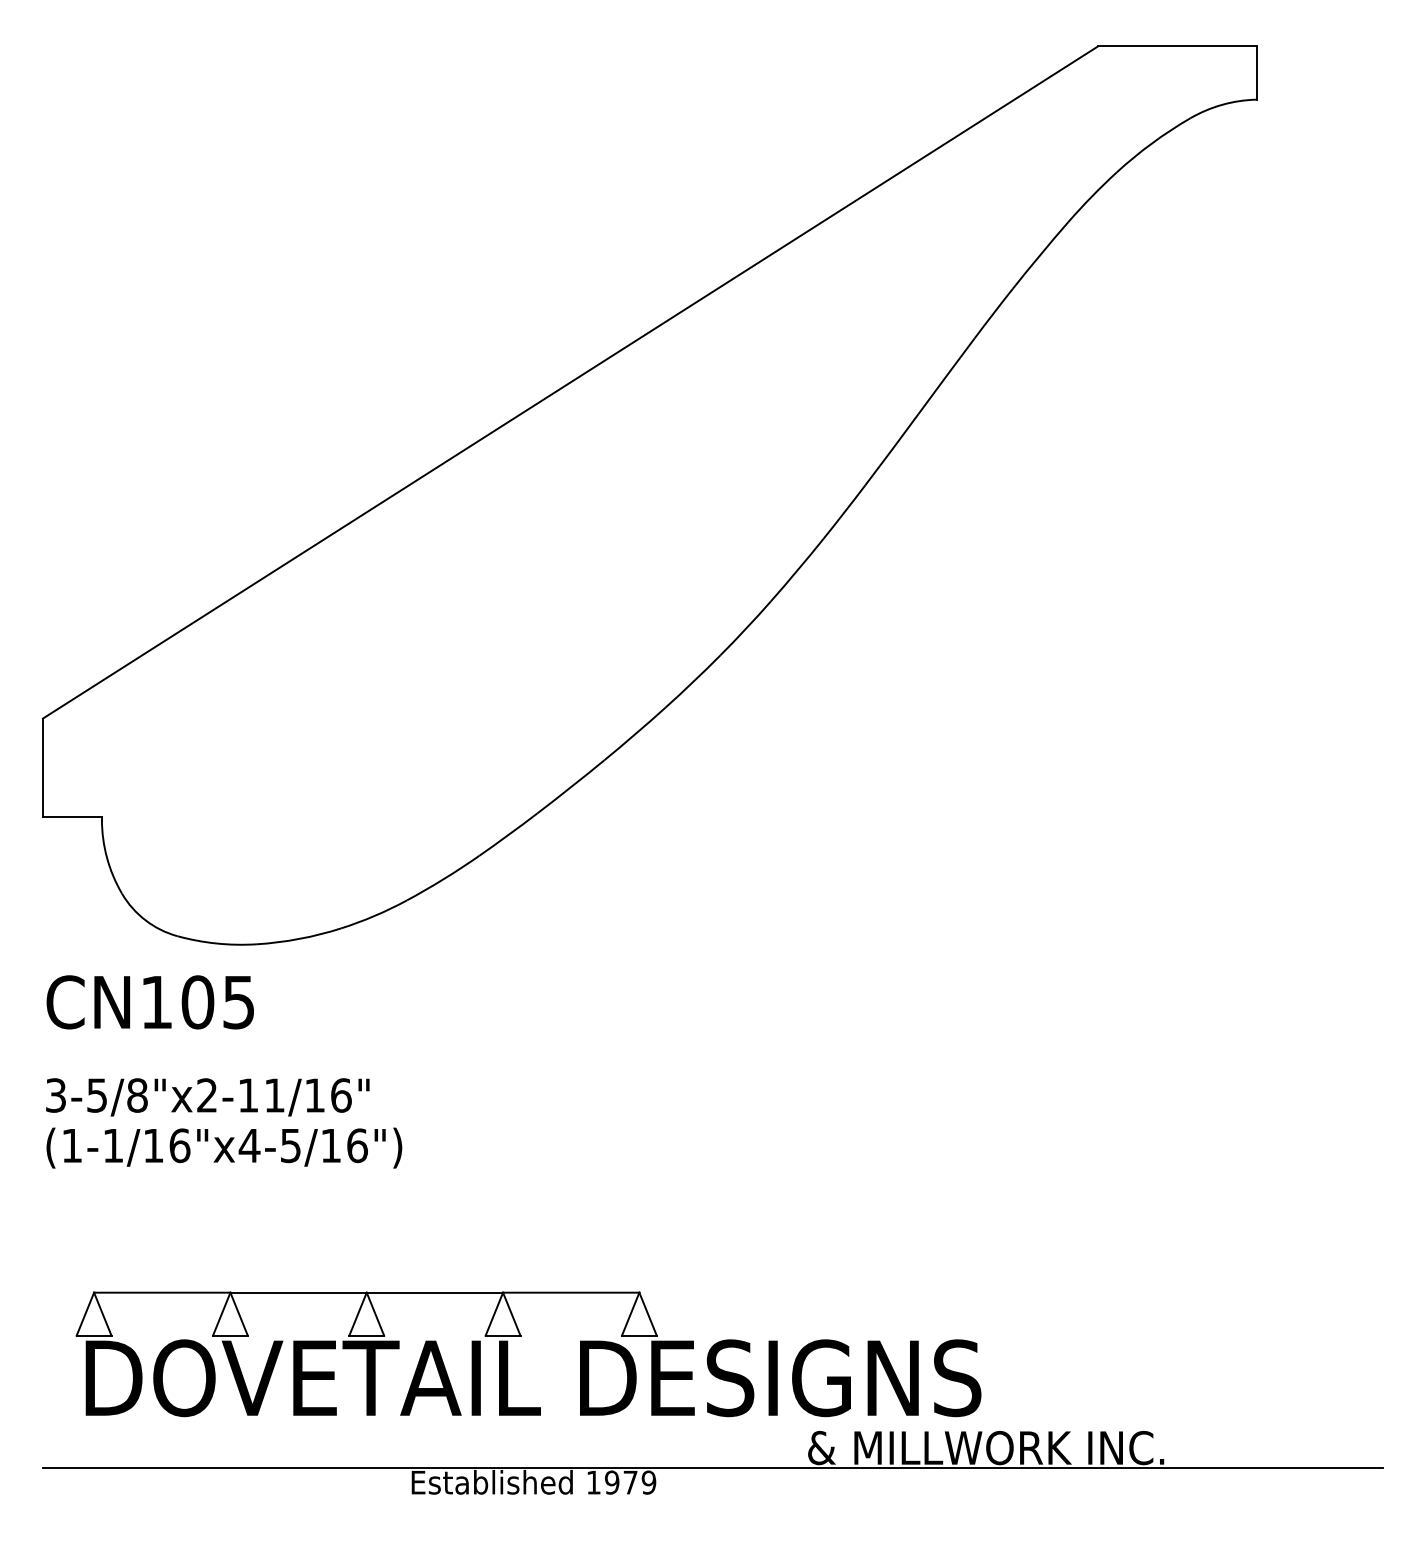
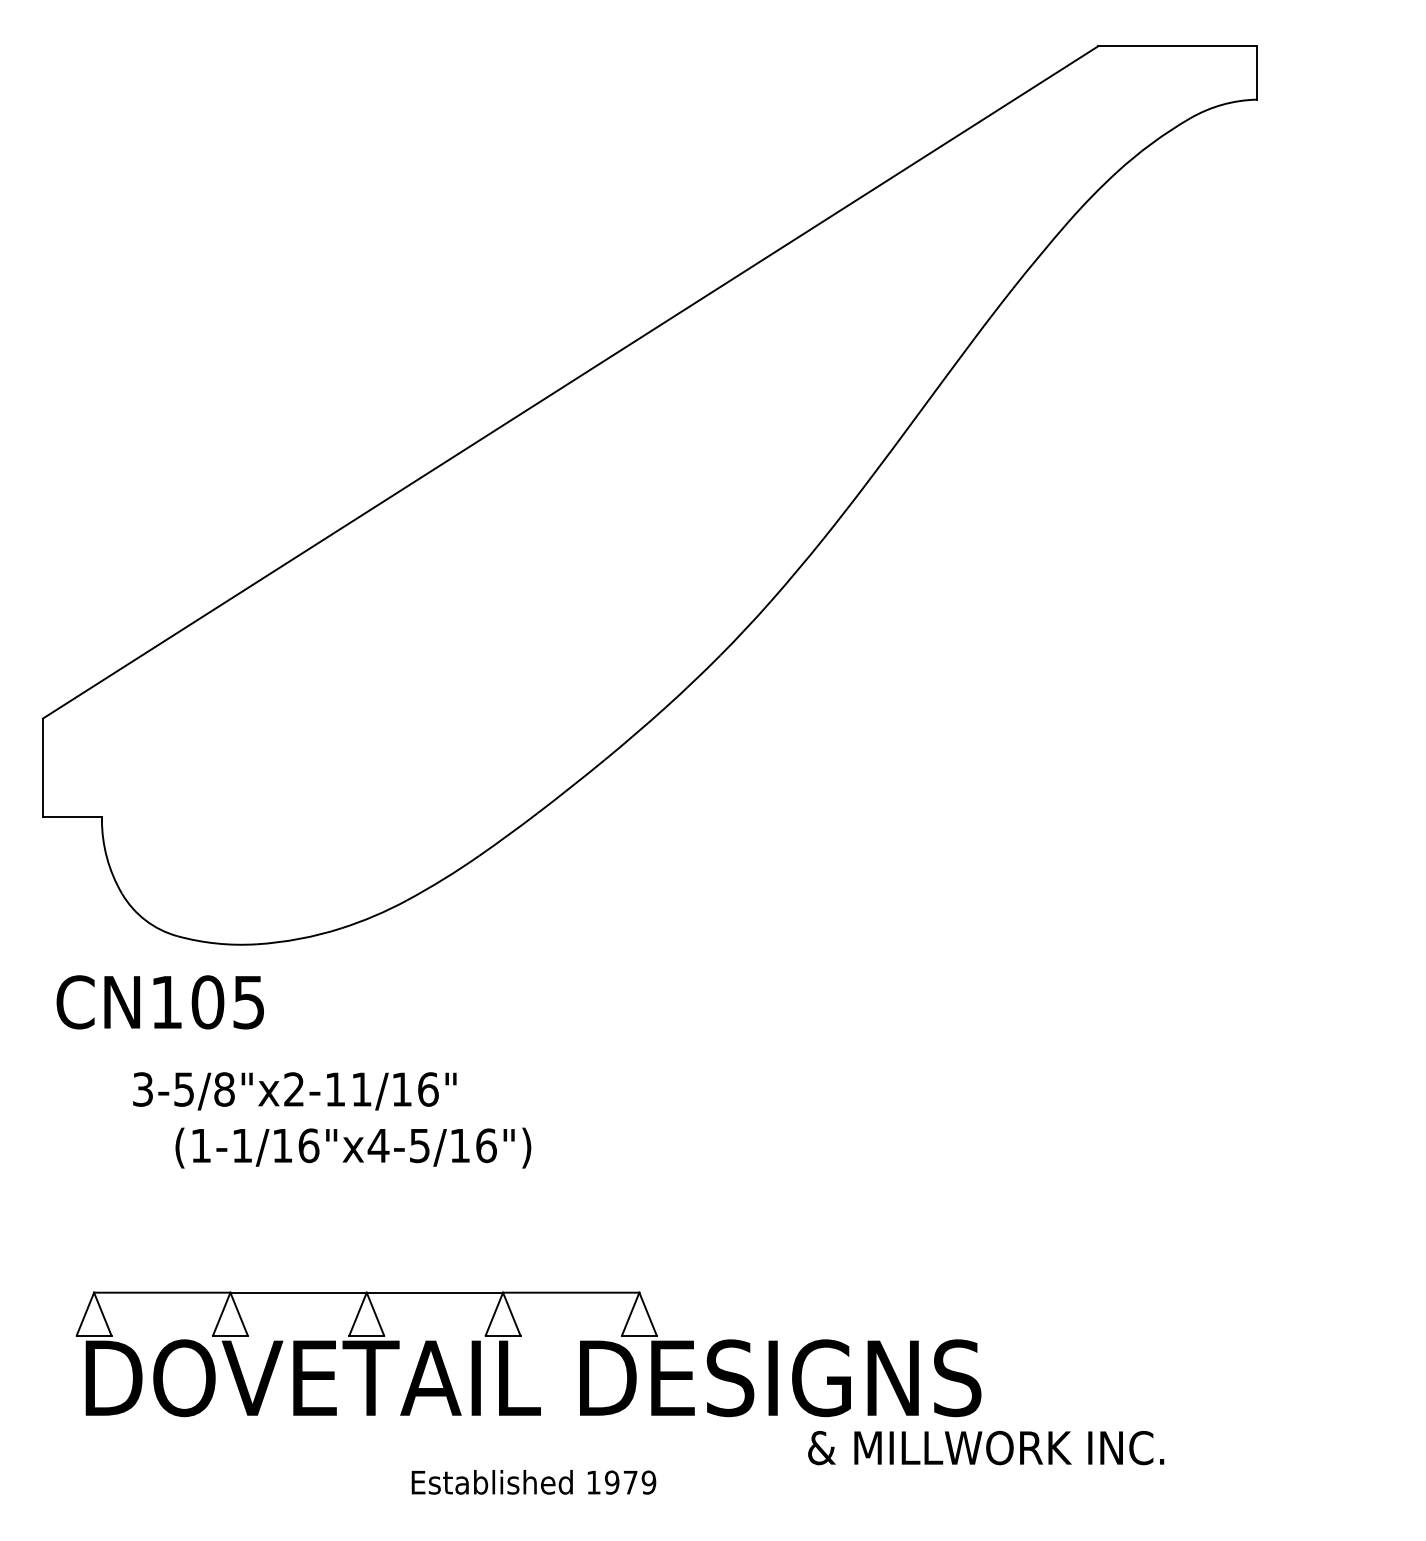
text at (149, 1002) position: (149, 1002) -> (159, 1002)
text at (207, 1097) position: (207, 1097) -> (294, 1091)
text at (224, 1147) position: (224, 1147) -> (353, 1147)
line at (712, 1467): present -> none
